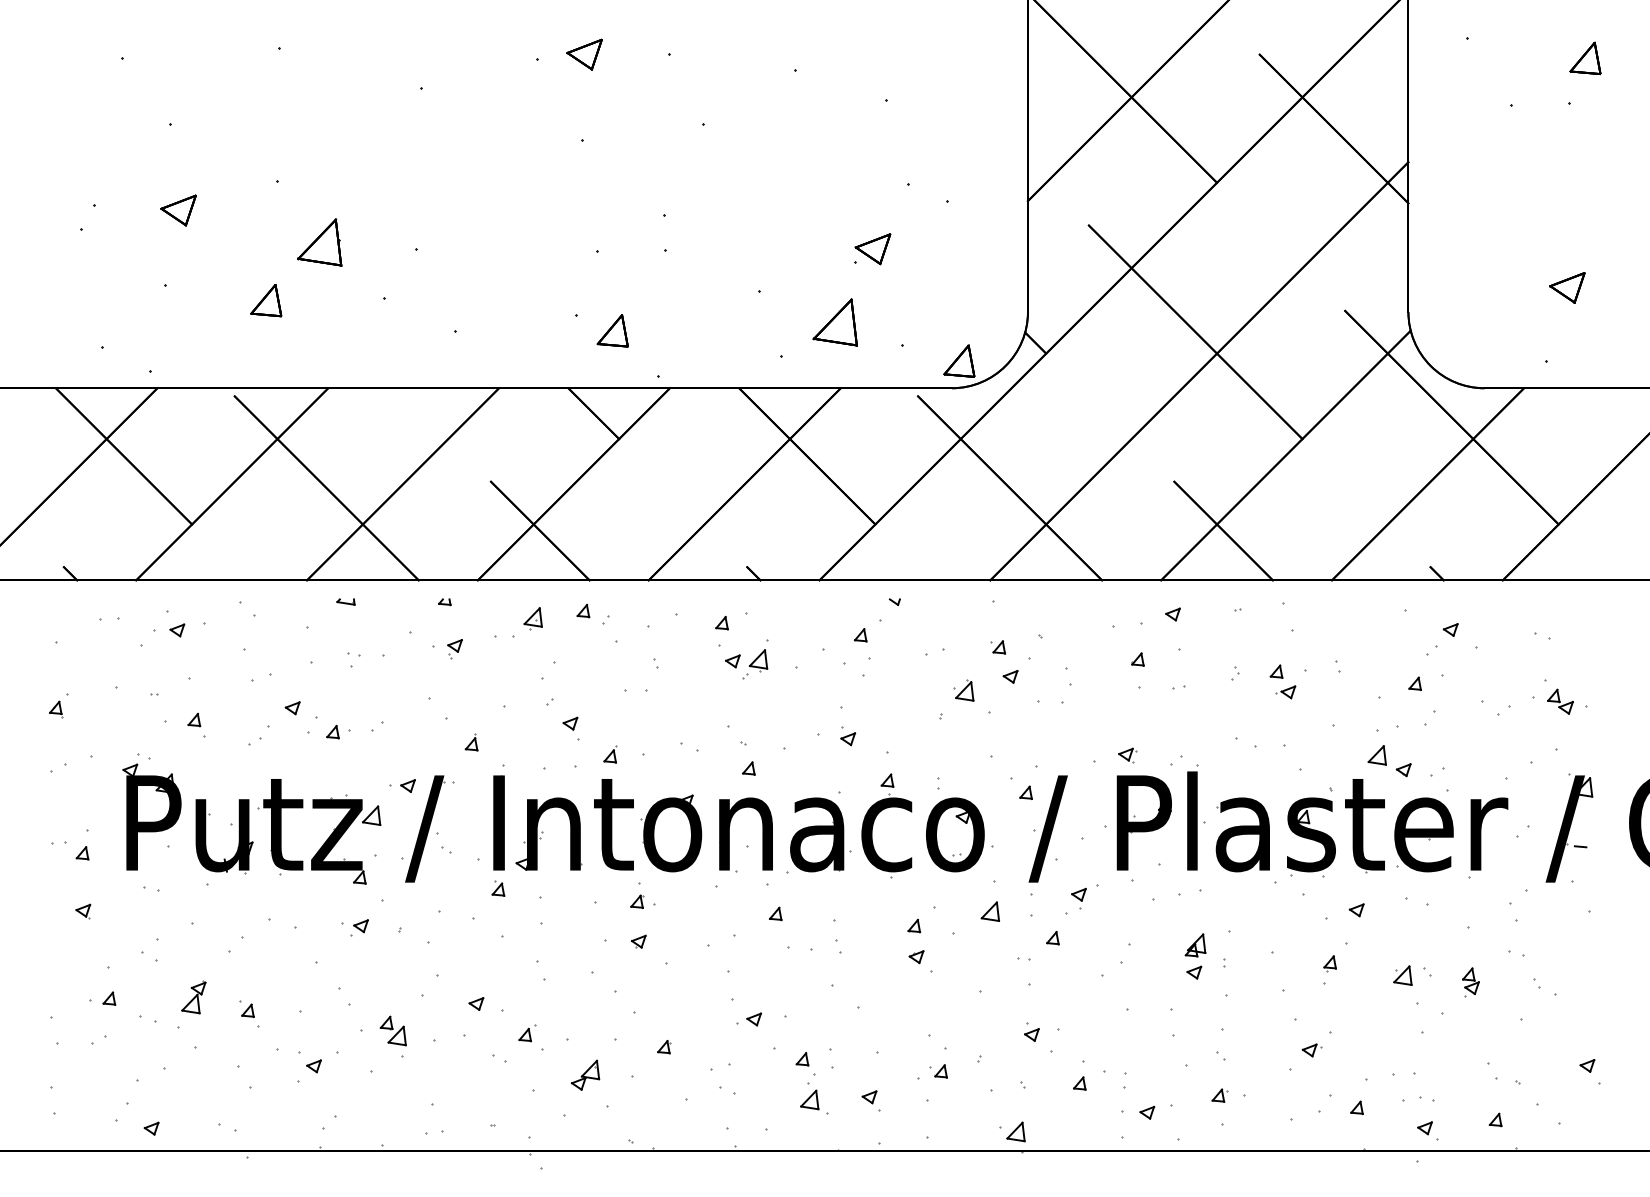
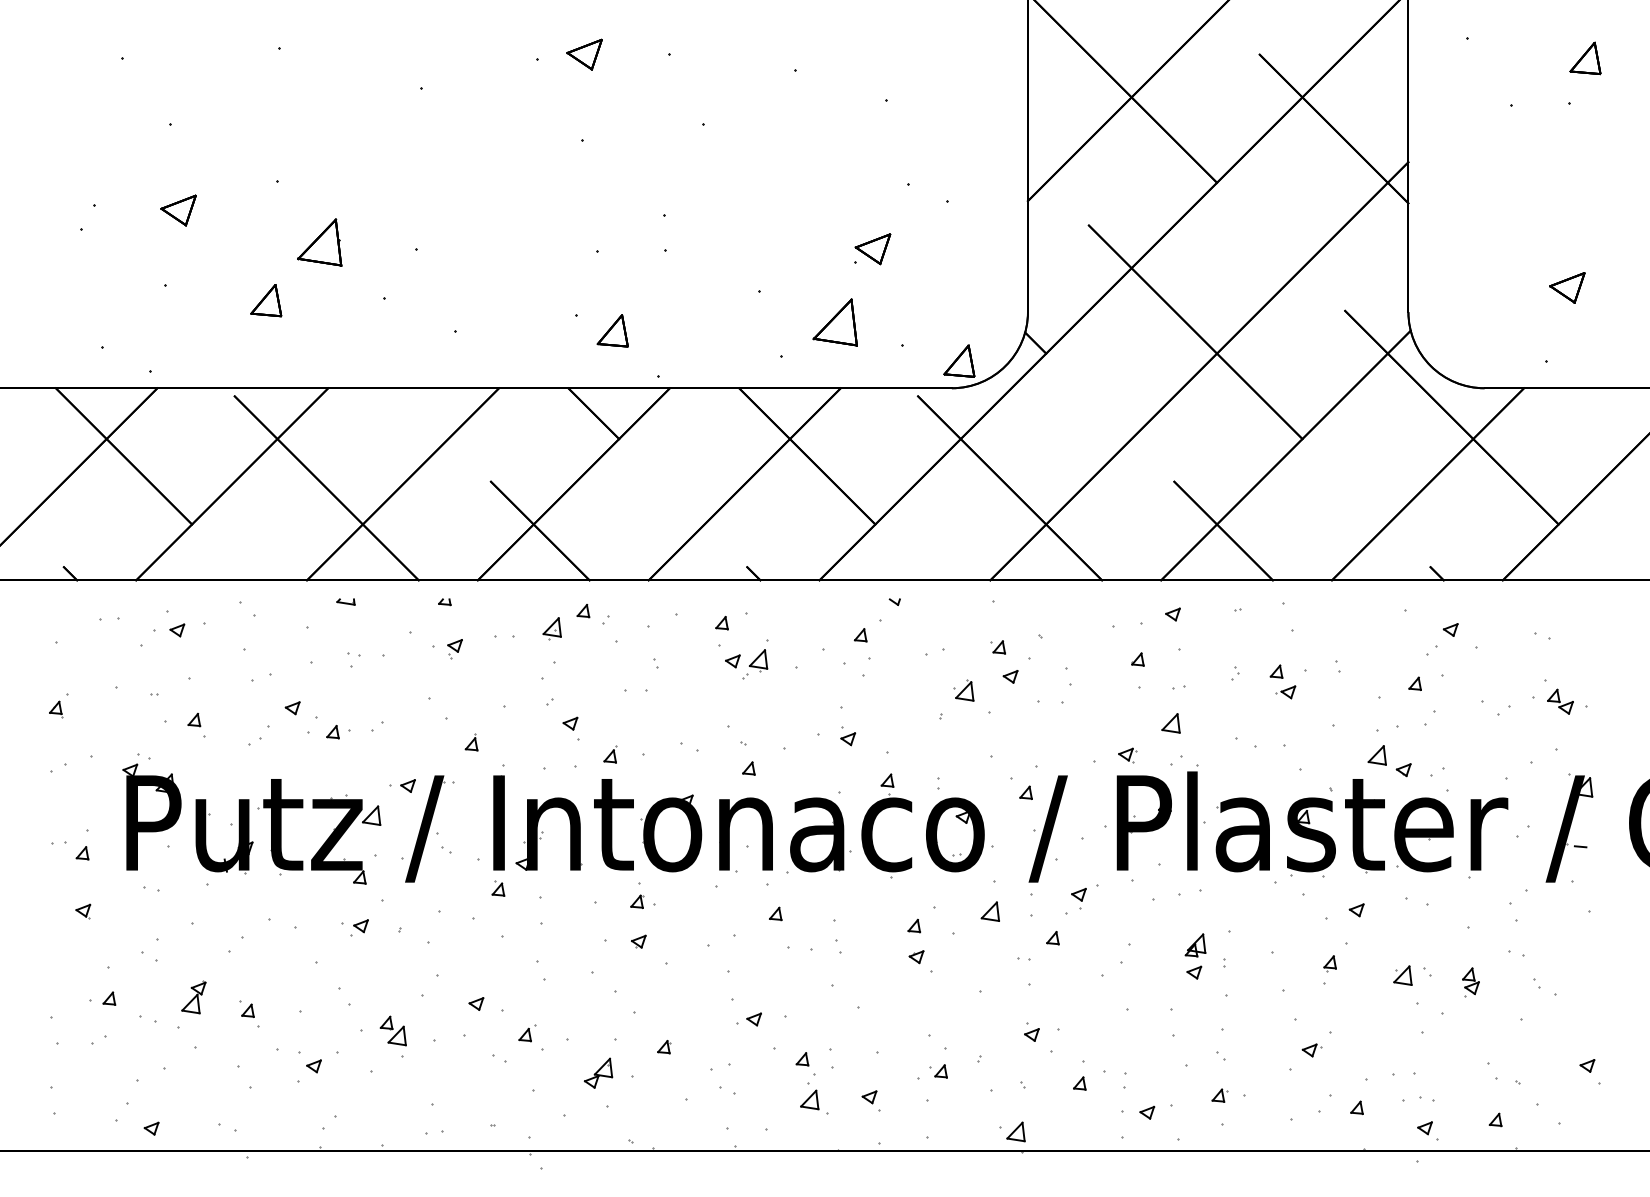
part at (532, 618) position: (532, 618) -> (551, 628)
part at (1170, 723): none -> present
part at (585, 1074) position: (585, 1074) -> (598, 1072)
